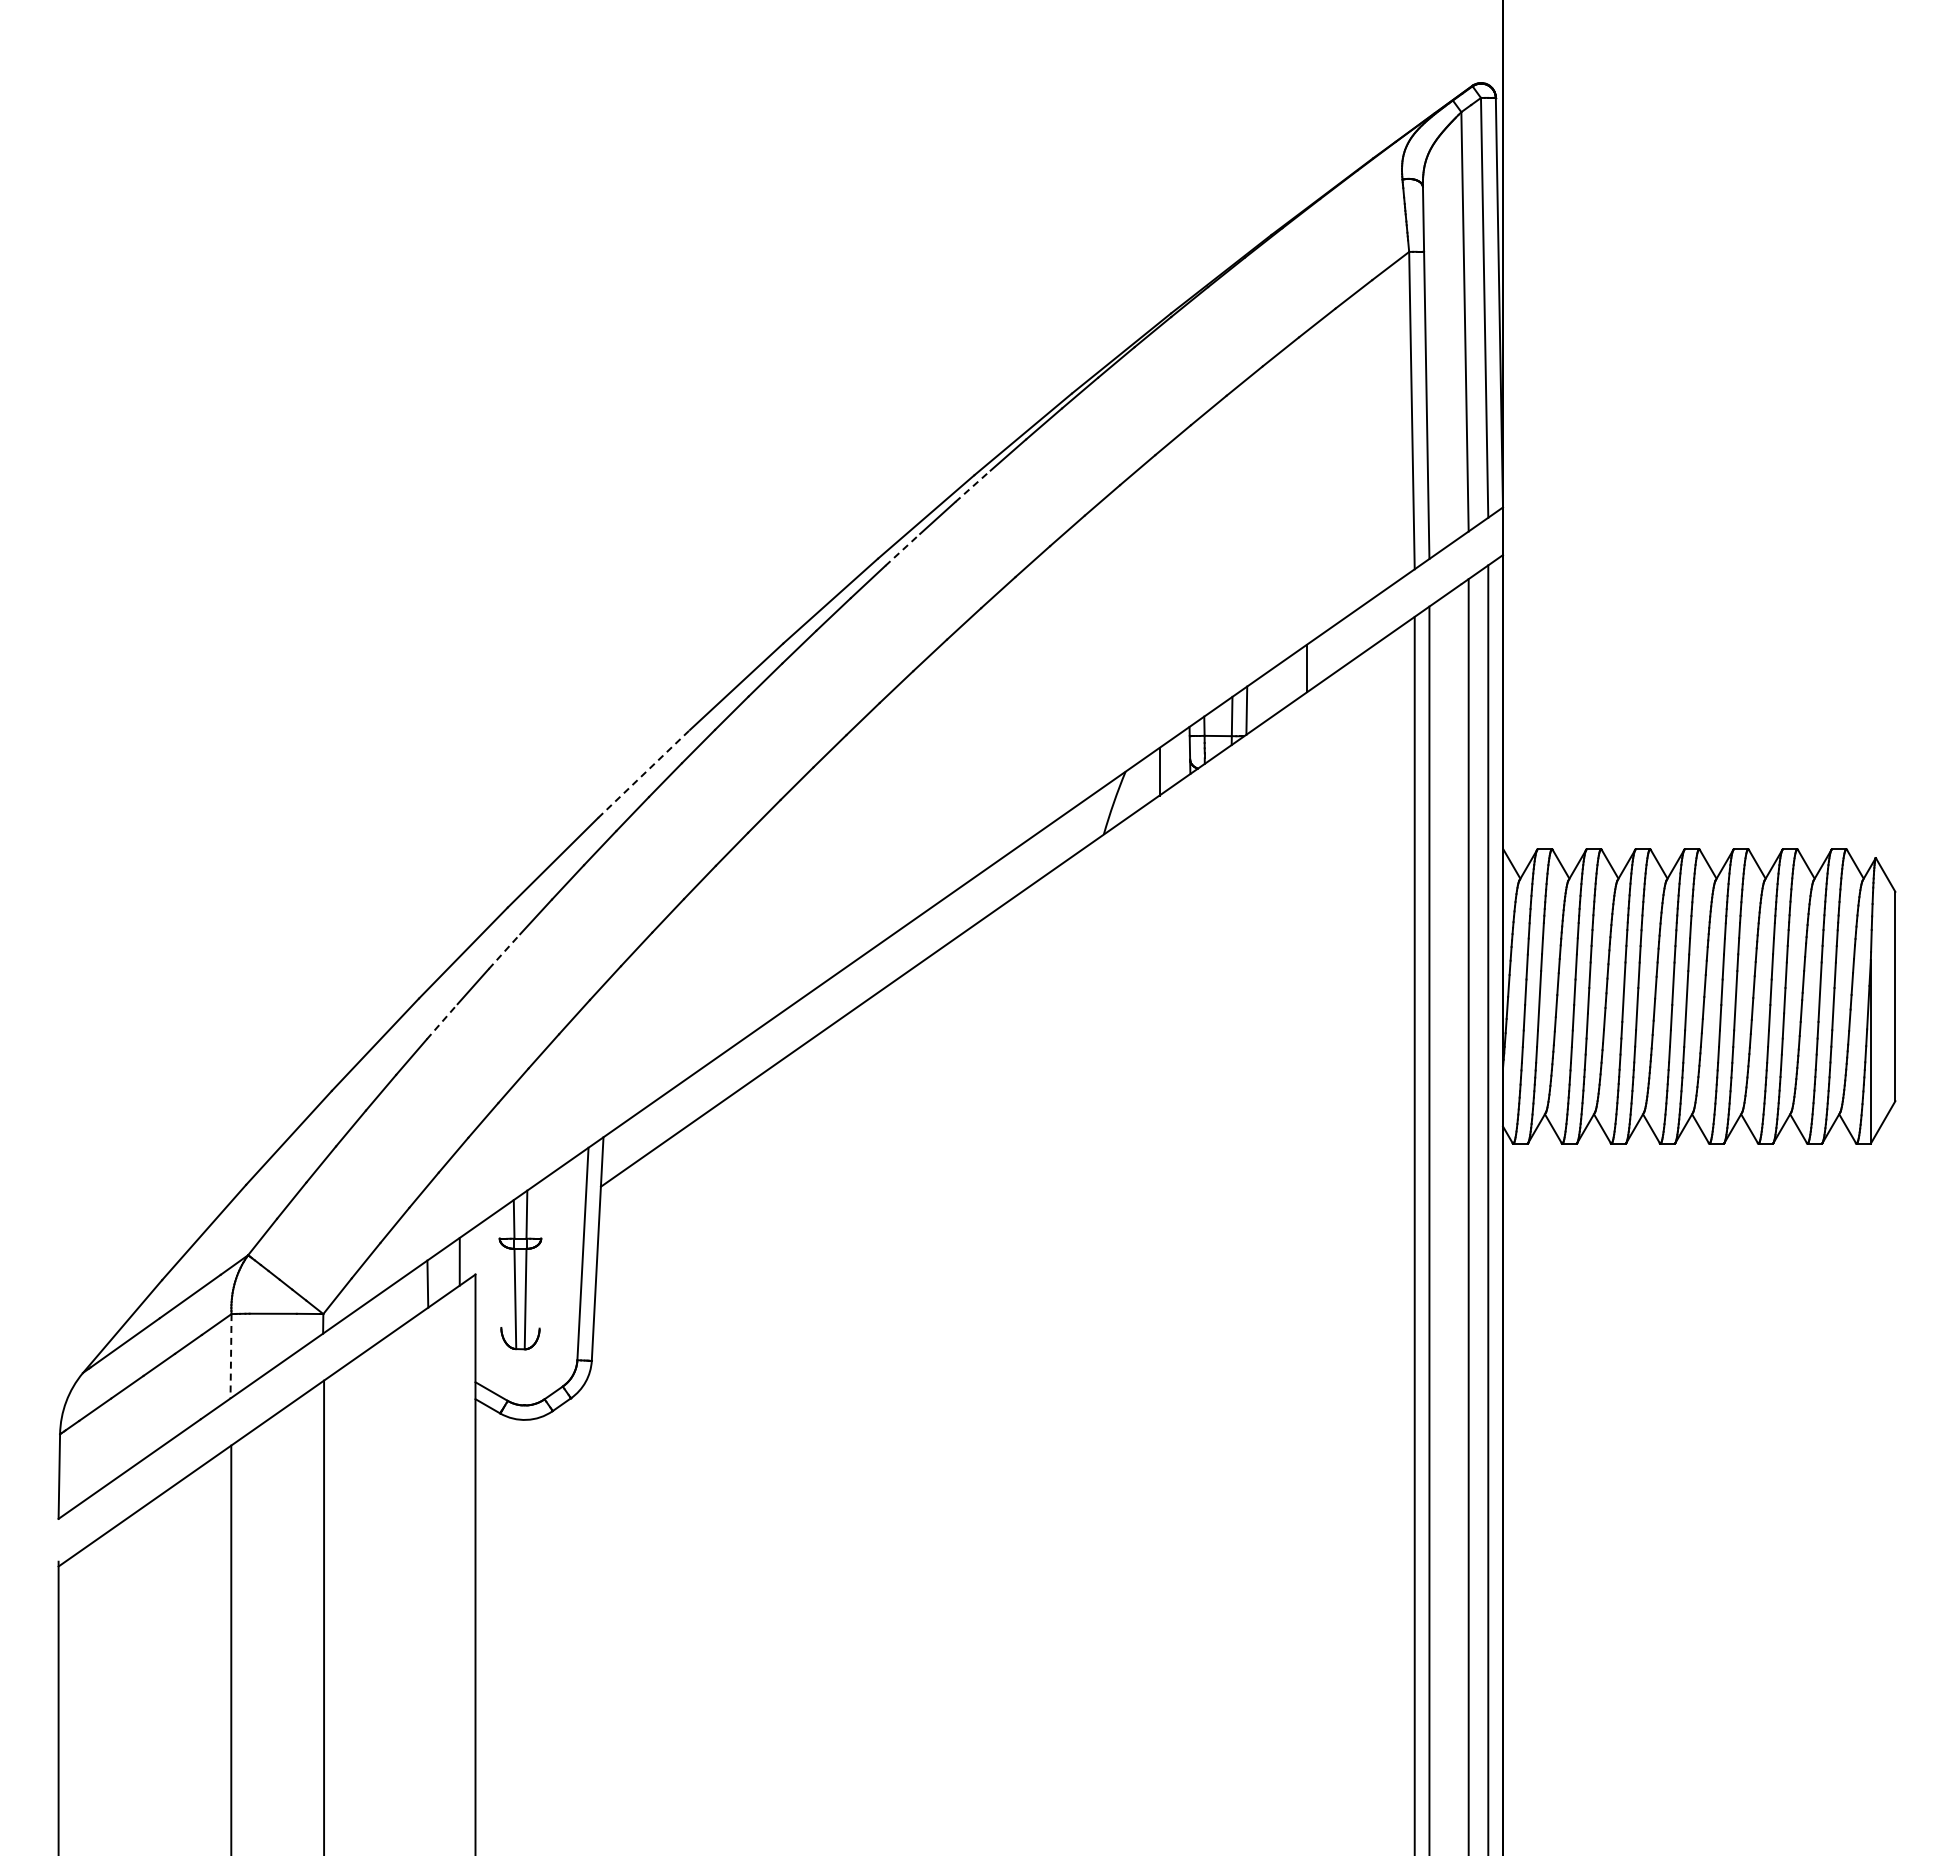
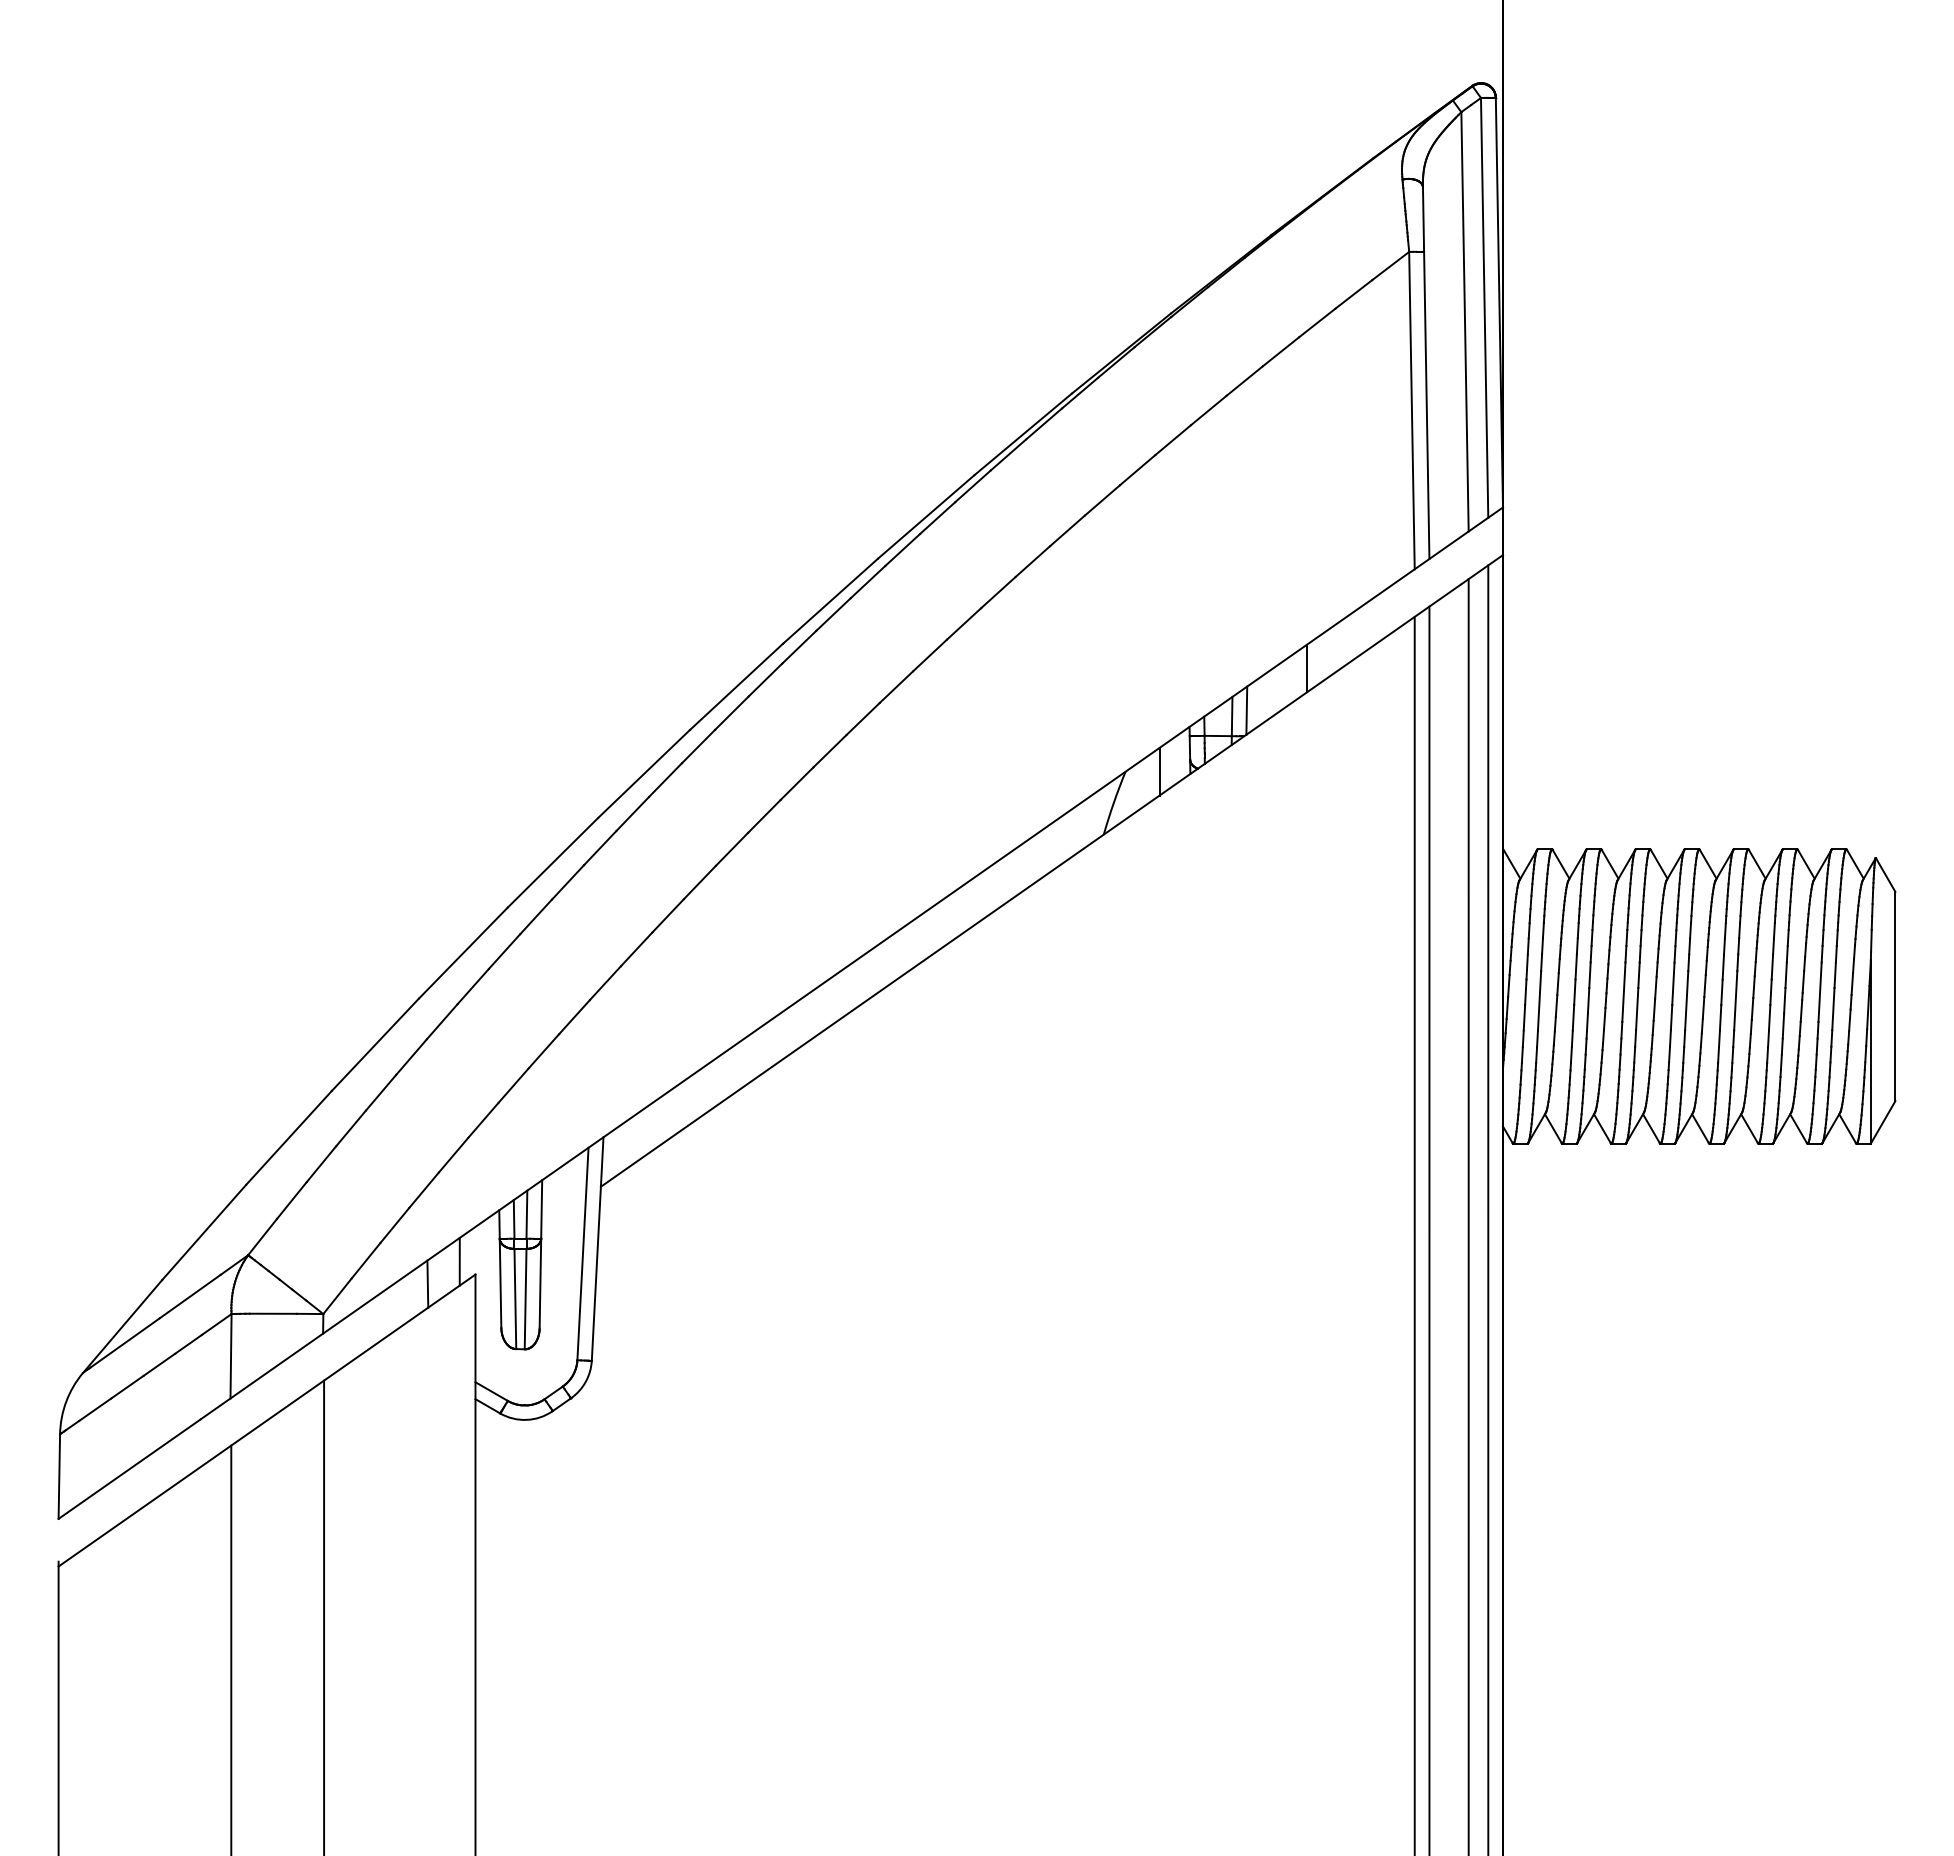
line at (972, 486): dashed -> solid
line at (902, 549): dashed -> solid
line at (644, 774): dashed -> solid
line at (504, 951): dashed -> solid
line at (442, 1021): dashed -> solid
line at (540, 1254): none -> present
line at (500, 1268): none -> present
line at (231, 1356): dashed -> solid
